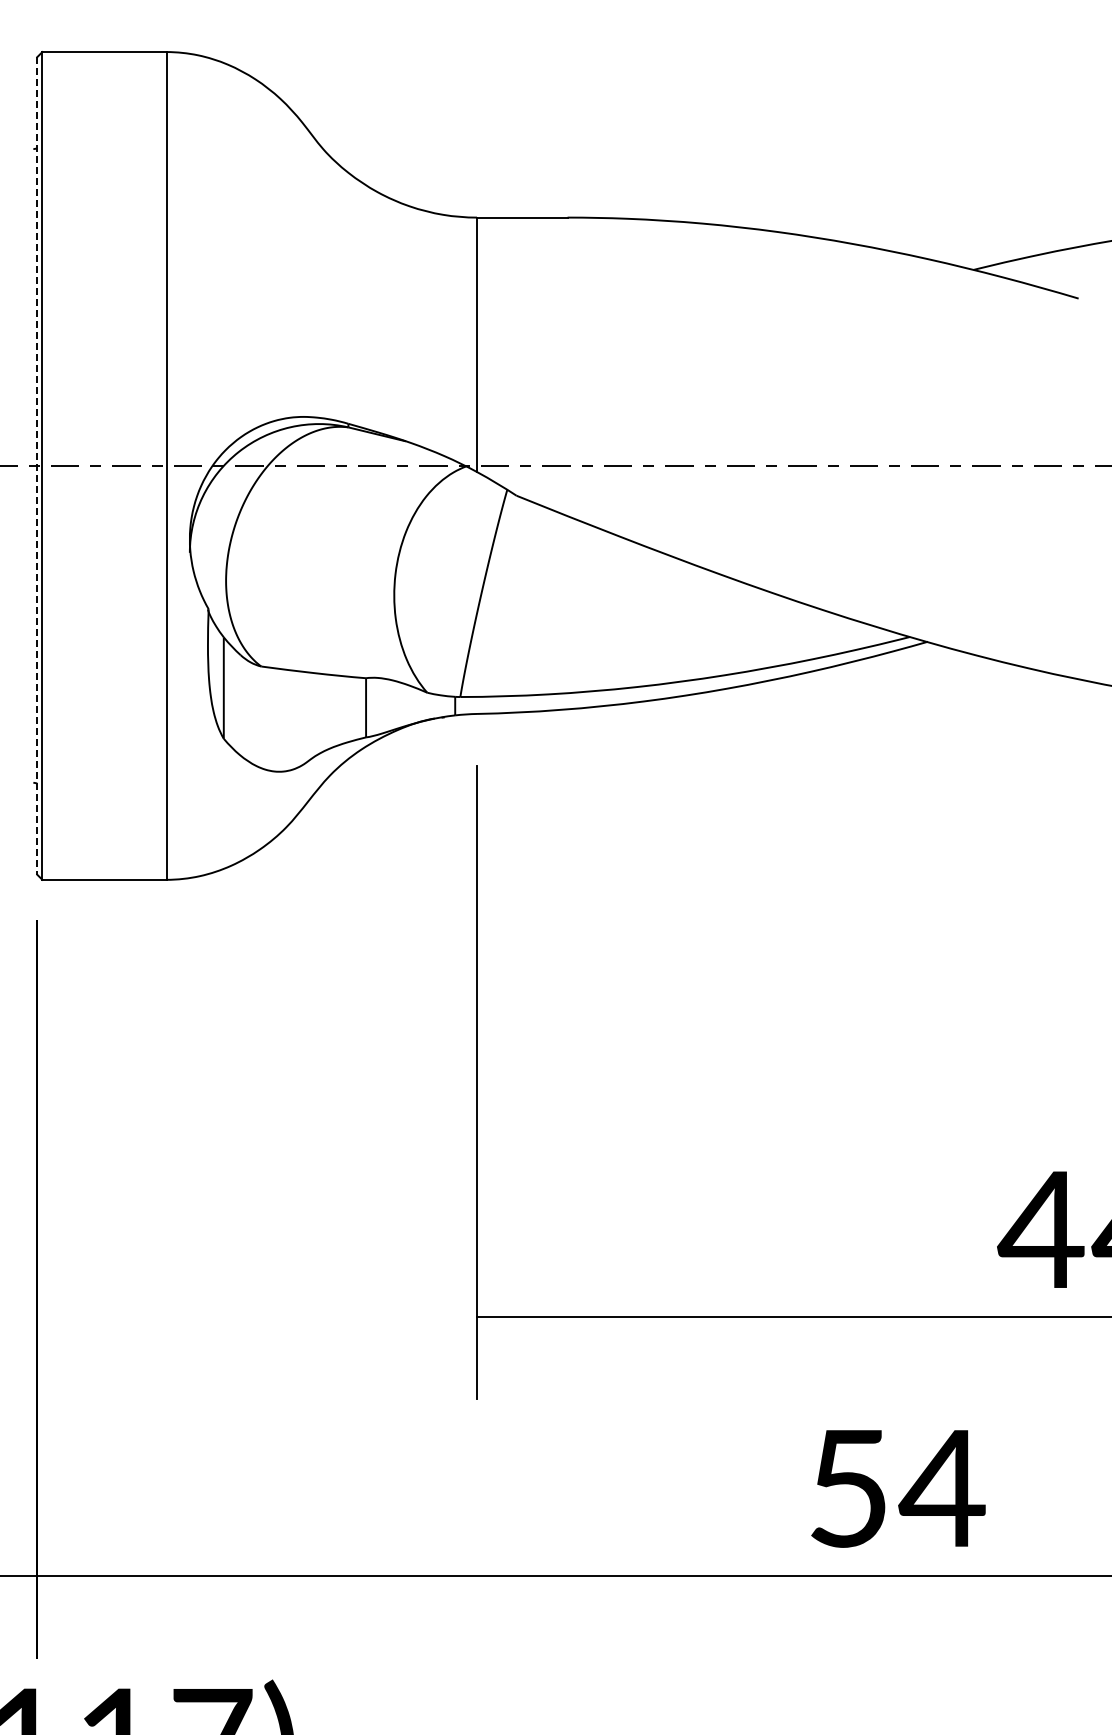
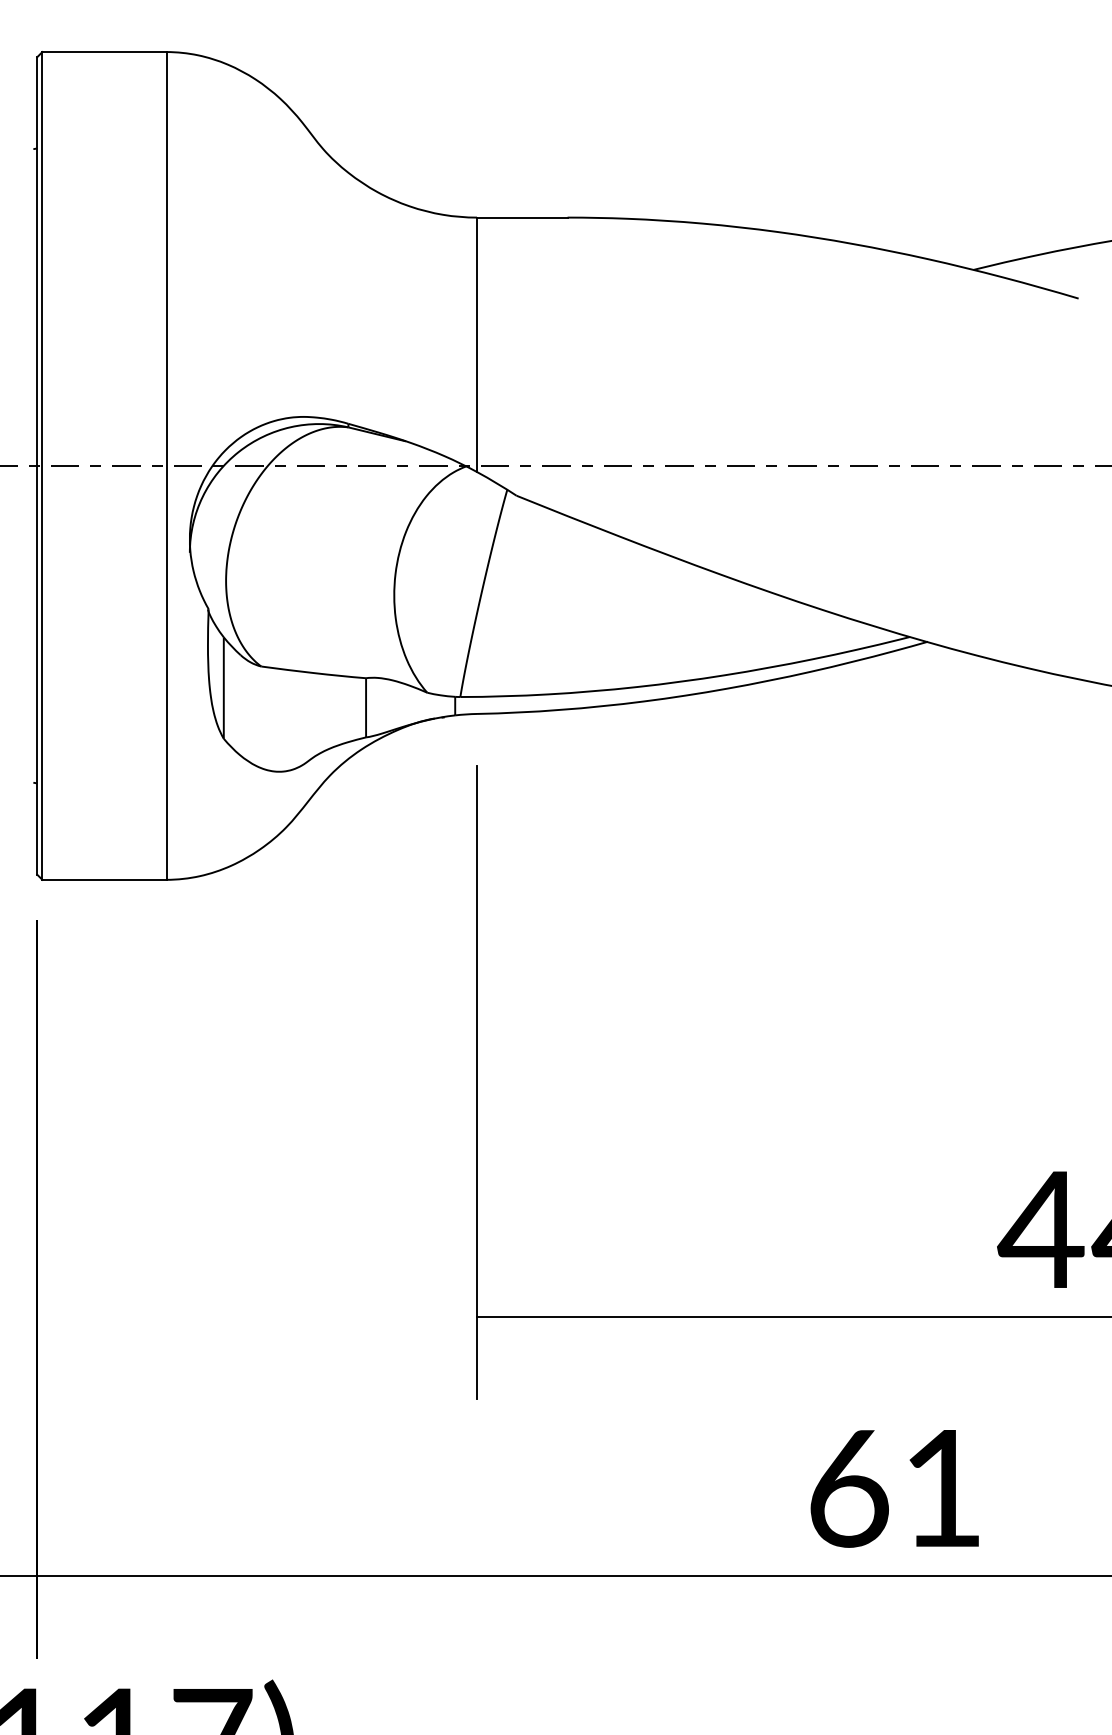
line at (37, 465): dashed -> solid
text at (897, 1488): 54 -> 61
